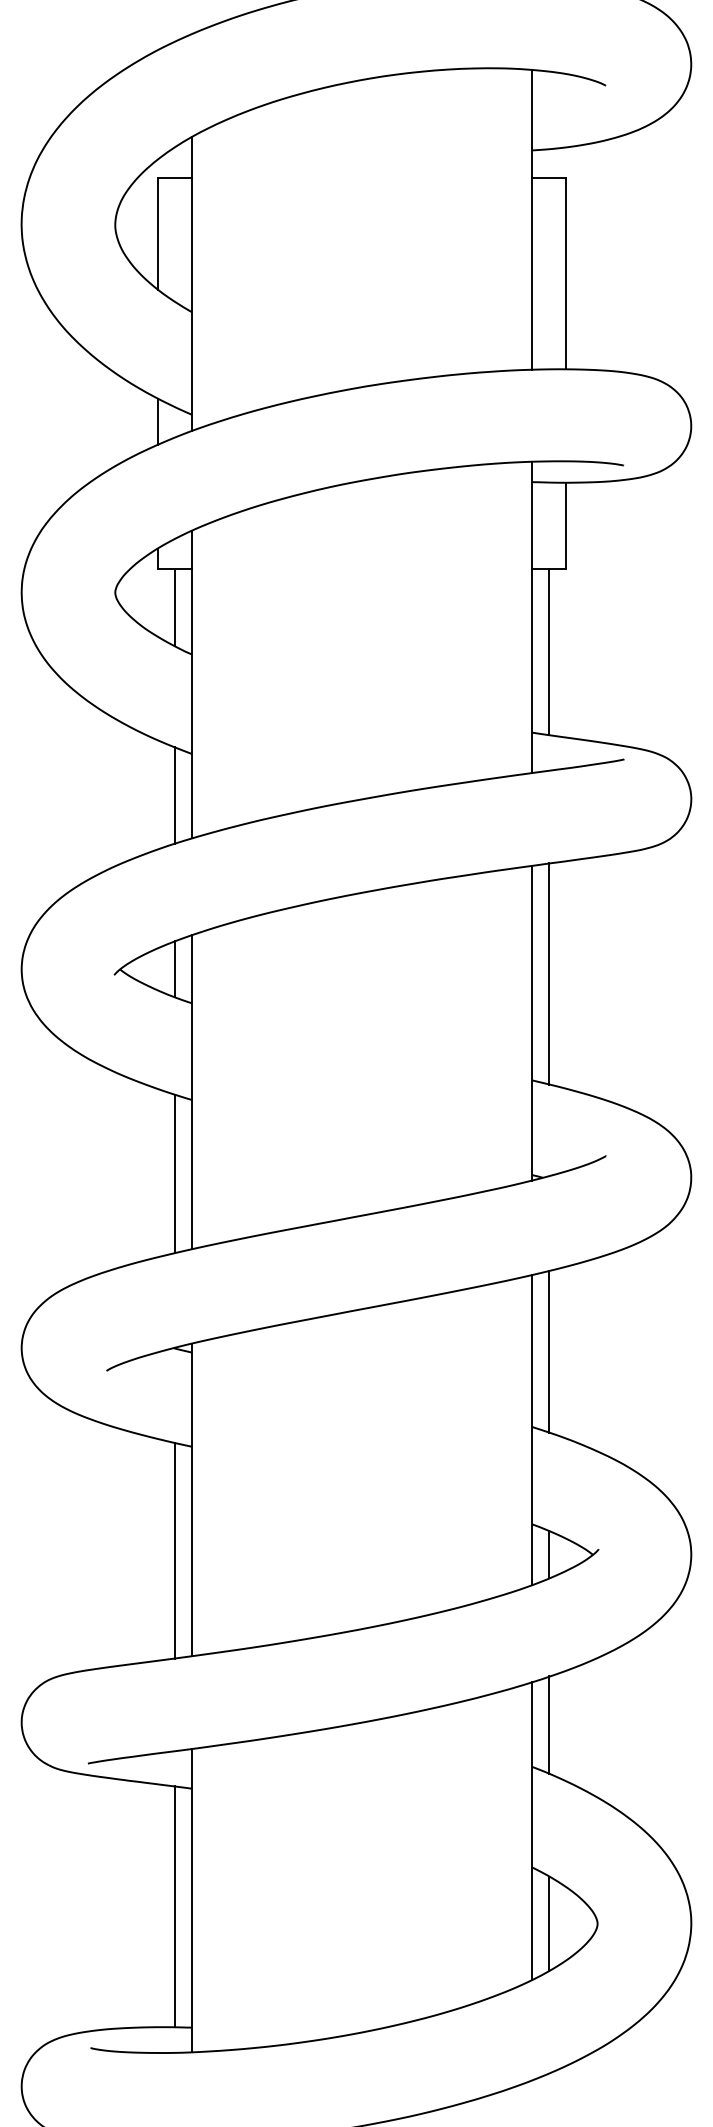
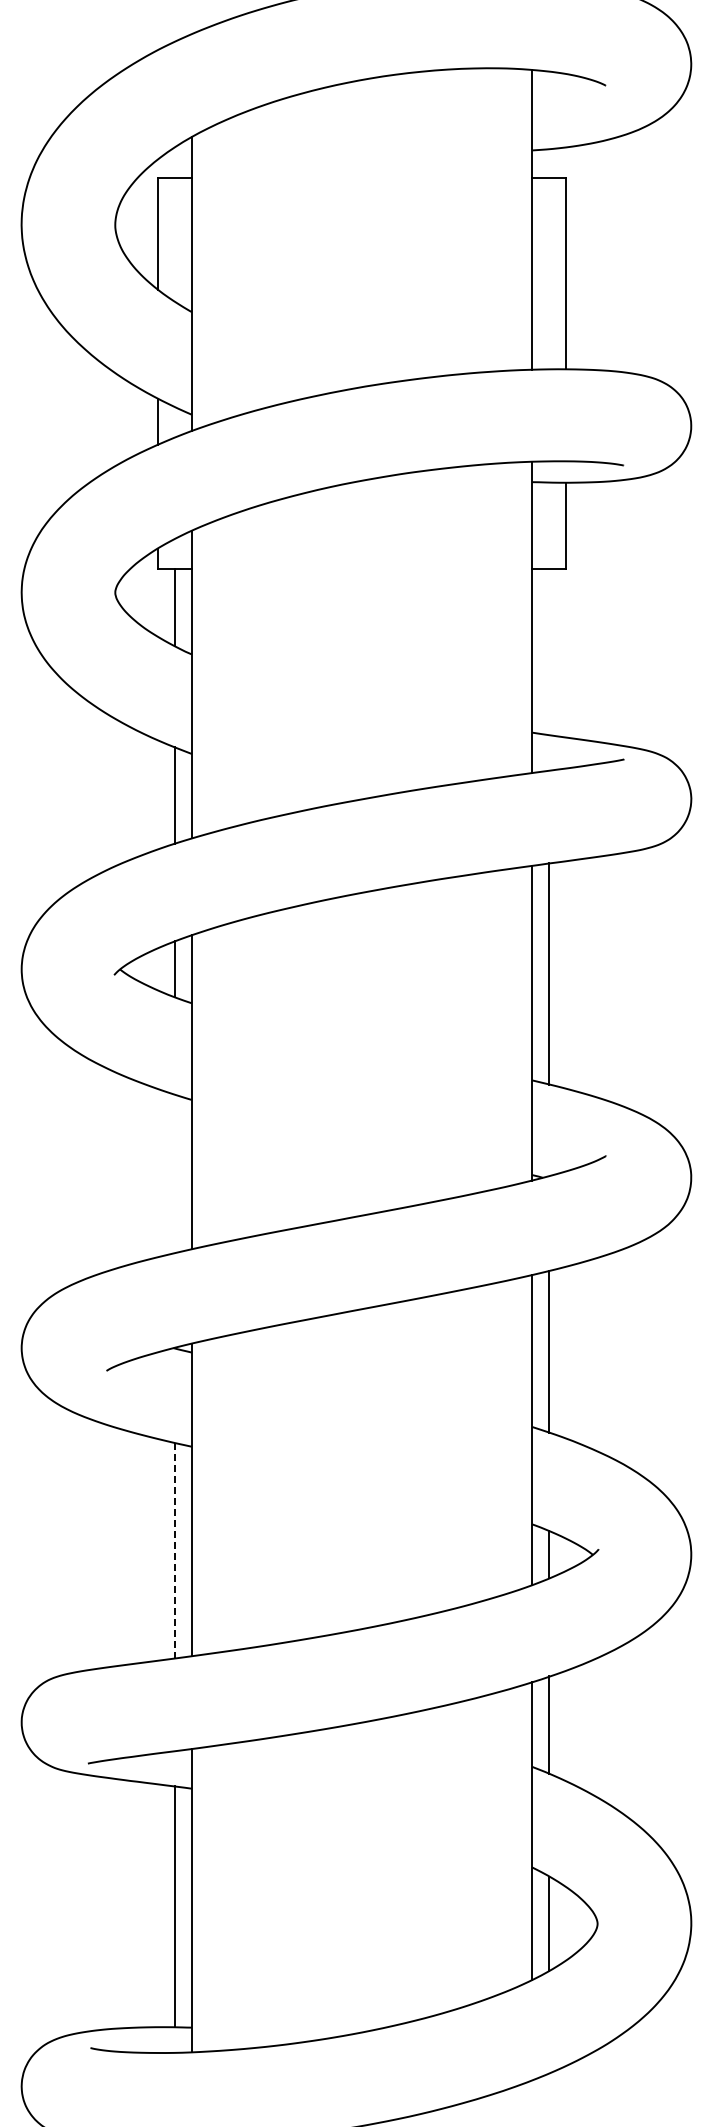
line at (549, 652): present -> none
line at (174, 1173): present -> none
line at (174, 1550): solid -> dashed
